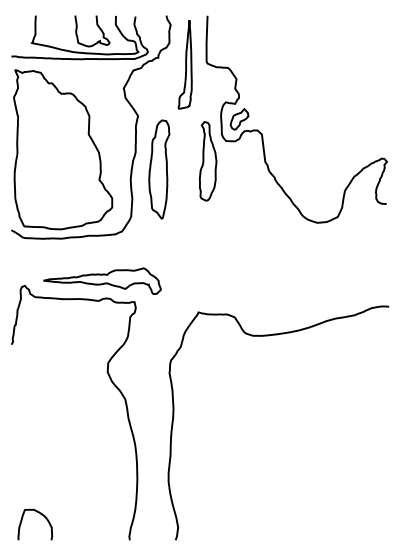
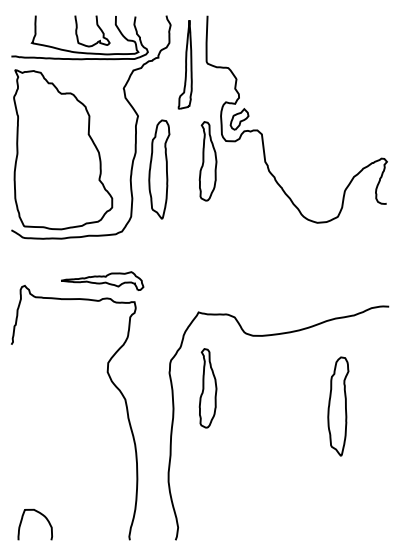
part at (102, 280) size: 119x28 px -> 84x20 px
part at (207, 388): none -> present
part at (338, 406): none -> present
